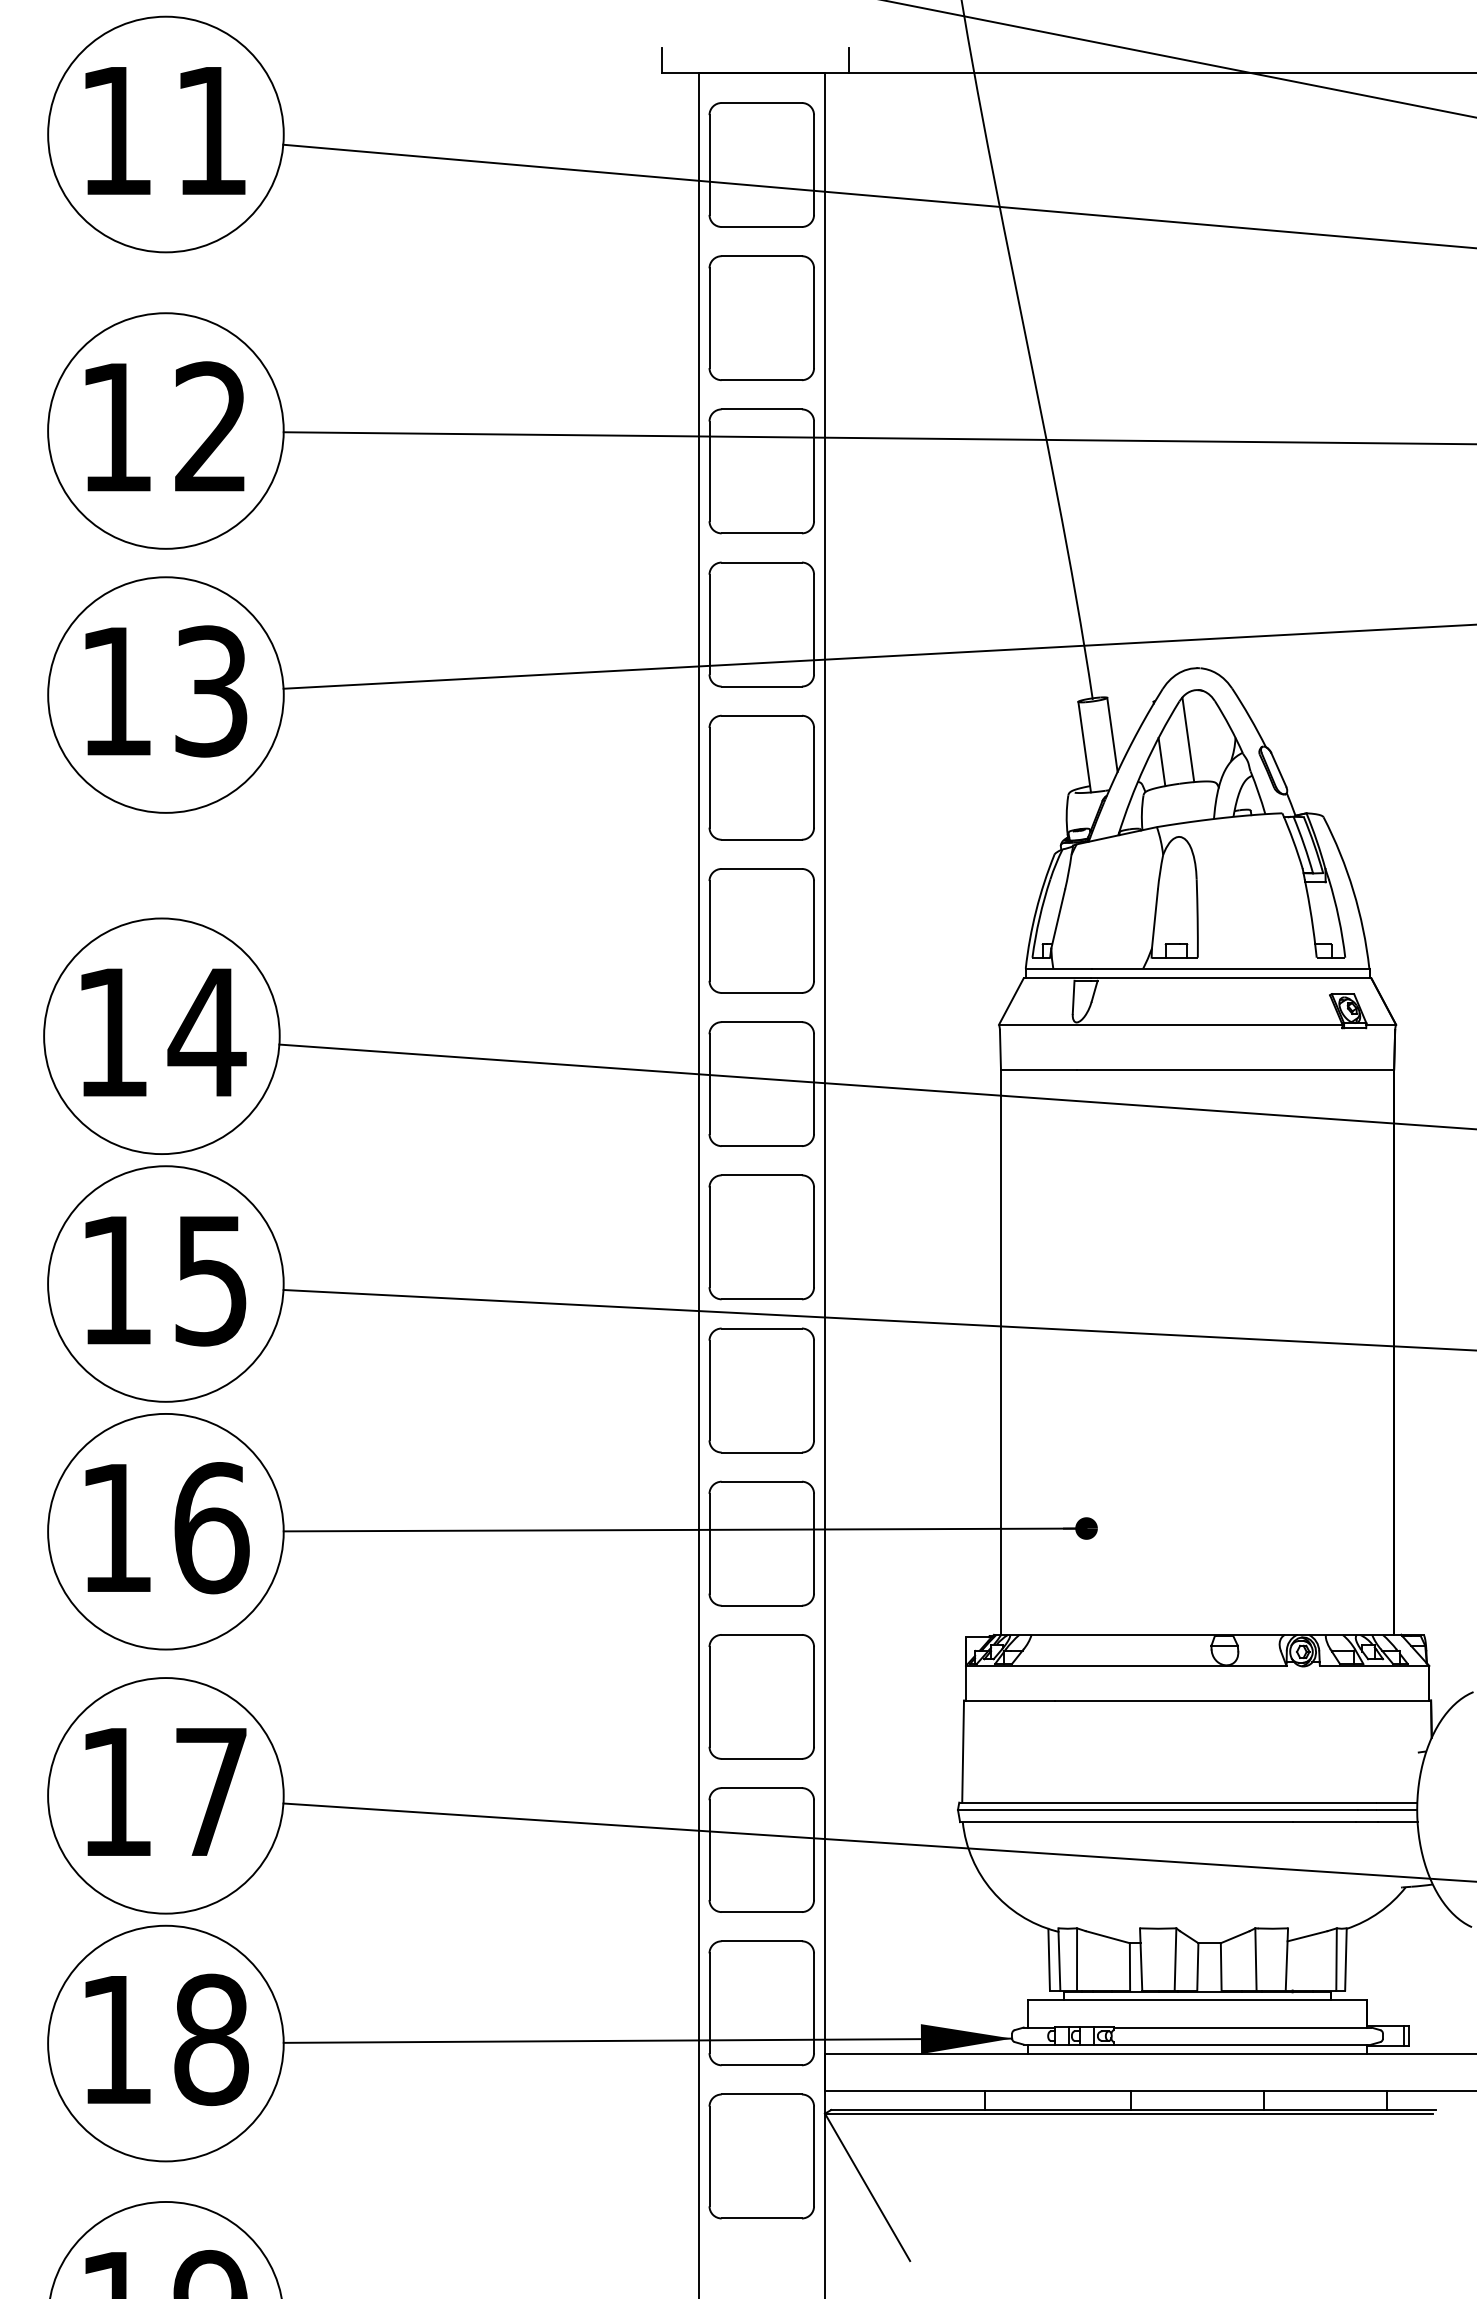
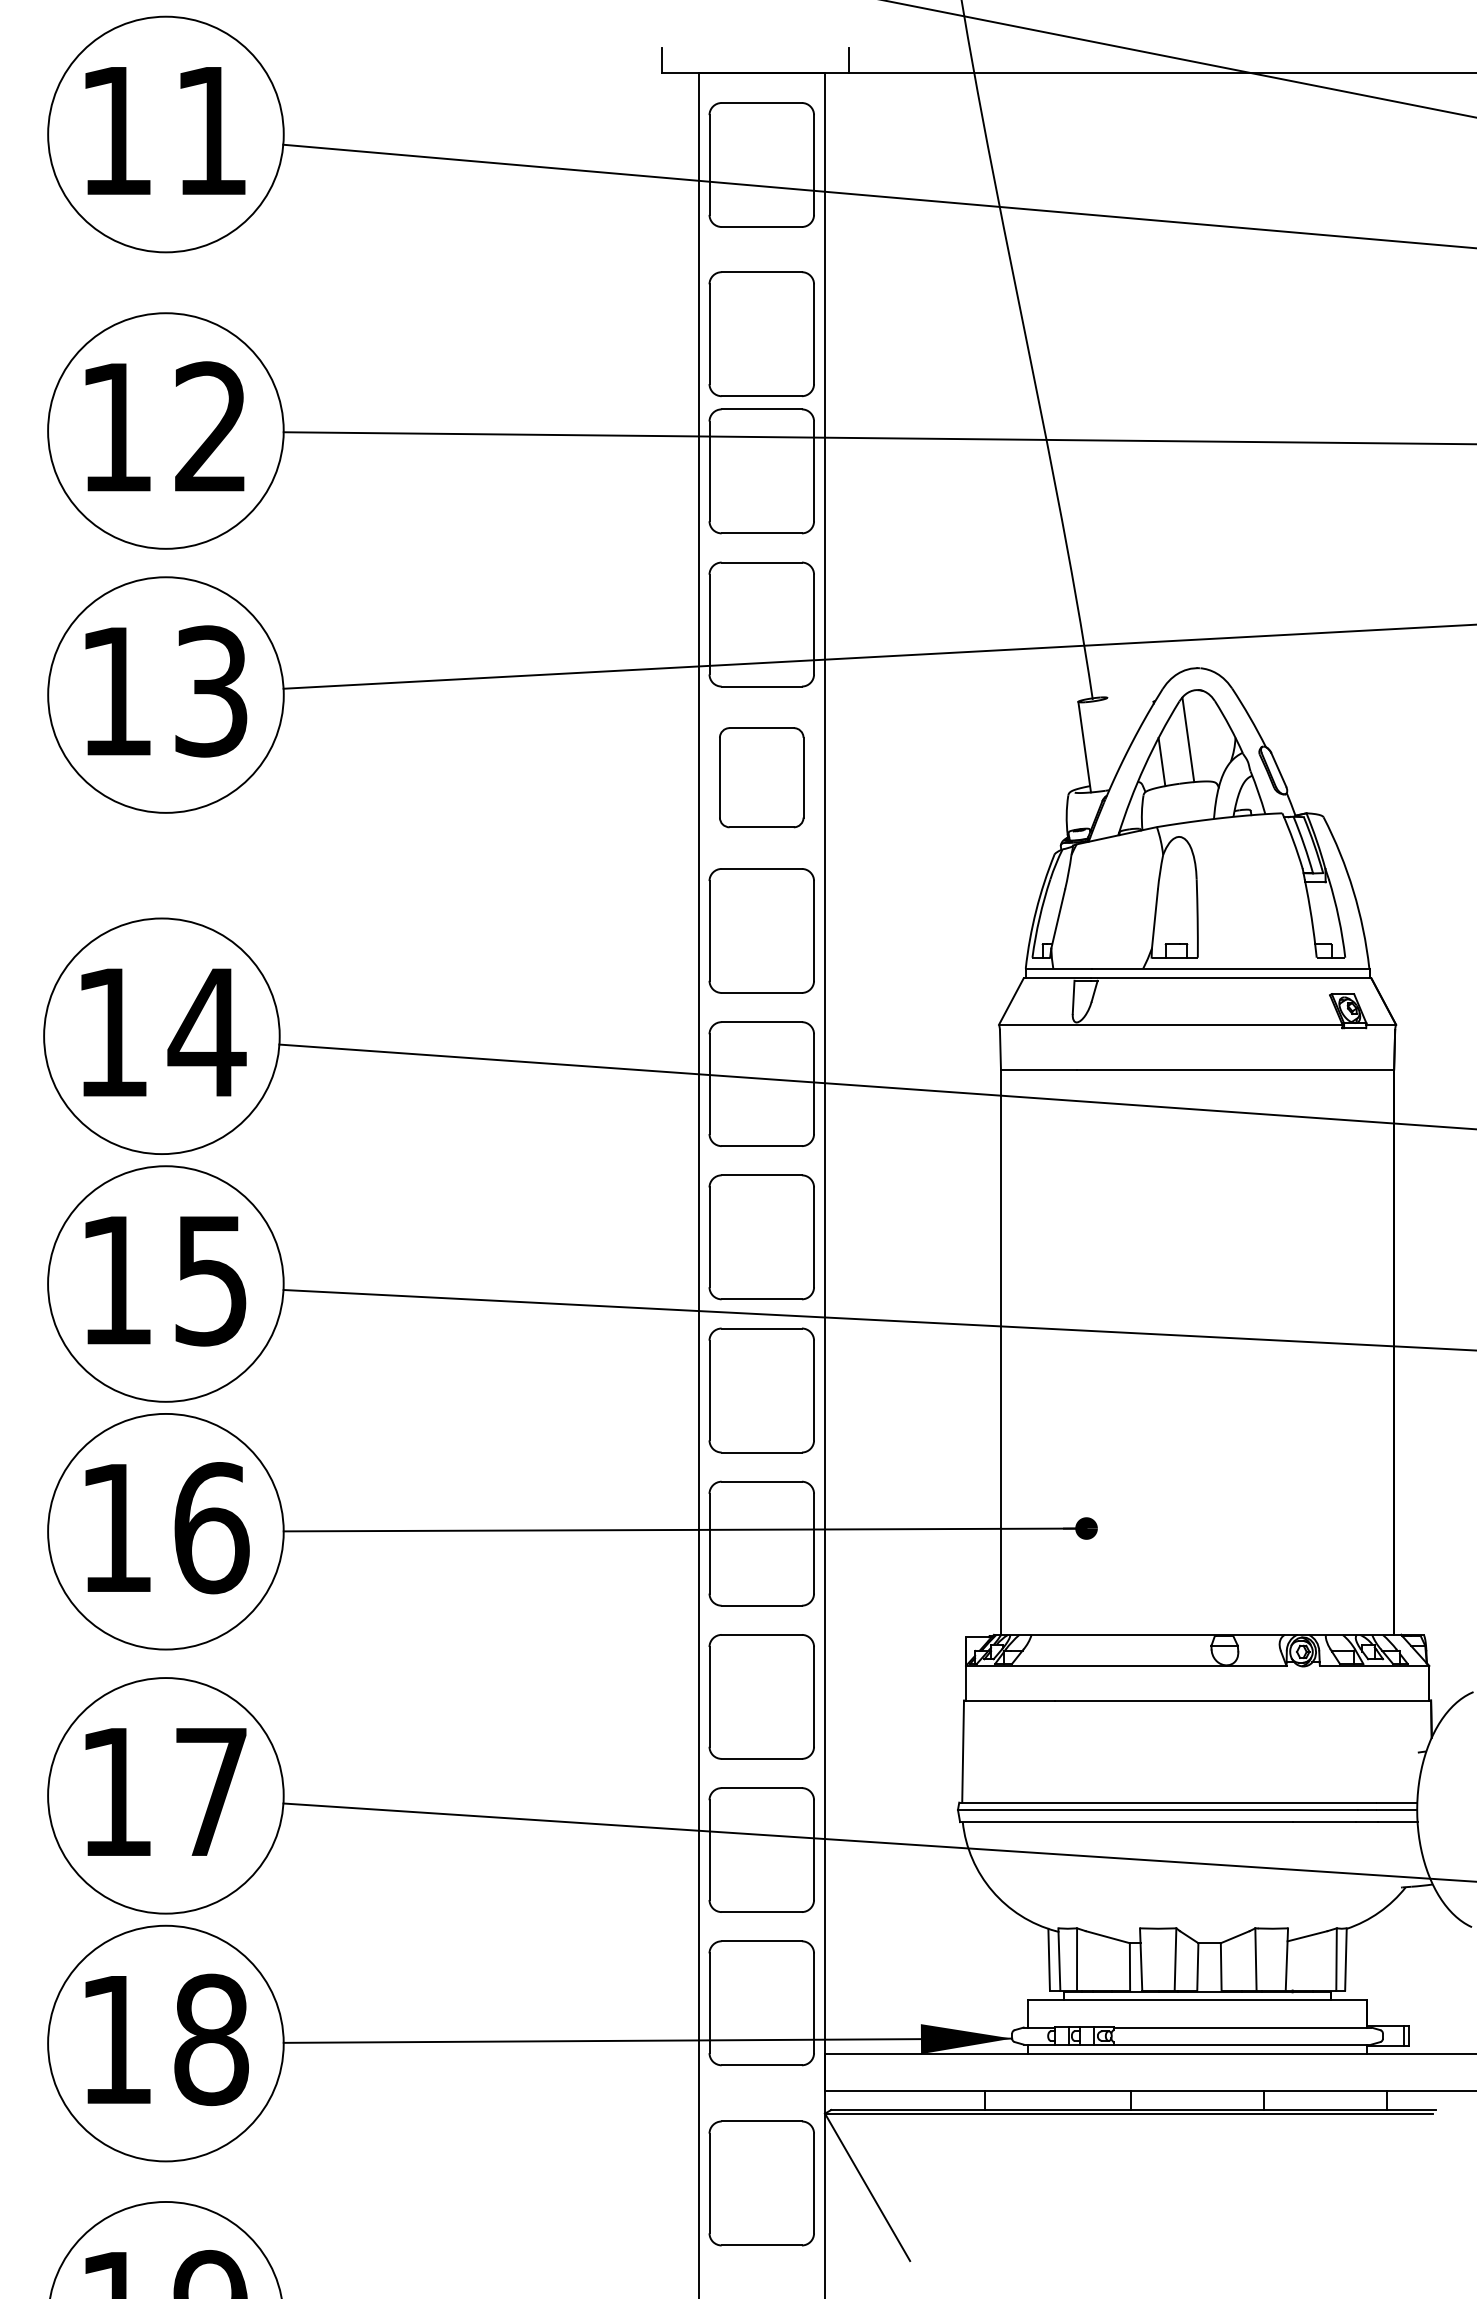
part at (761, 318) position: (761, 318) -> (761, 334)
line at (1112, 734): present -> none
part at (761, 777) size: 107x127 px -> 86x102 px
part at (761, 2156) position: (761, 2156) -> (761, 2183)
